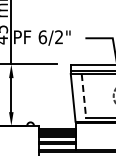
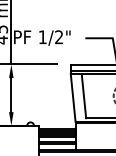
text at (42, 37): 6/2" -> 1/2"
line at (83, 96): dashed -> solid
